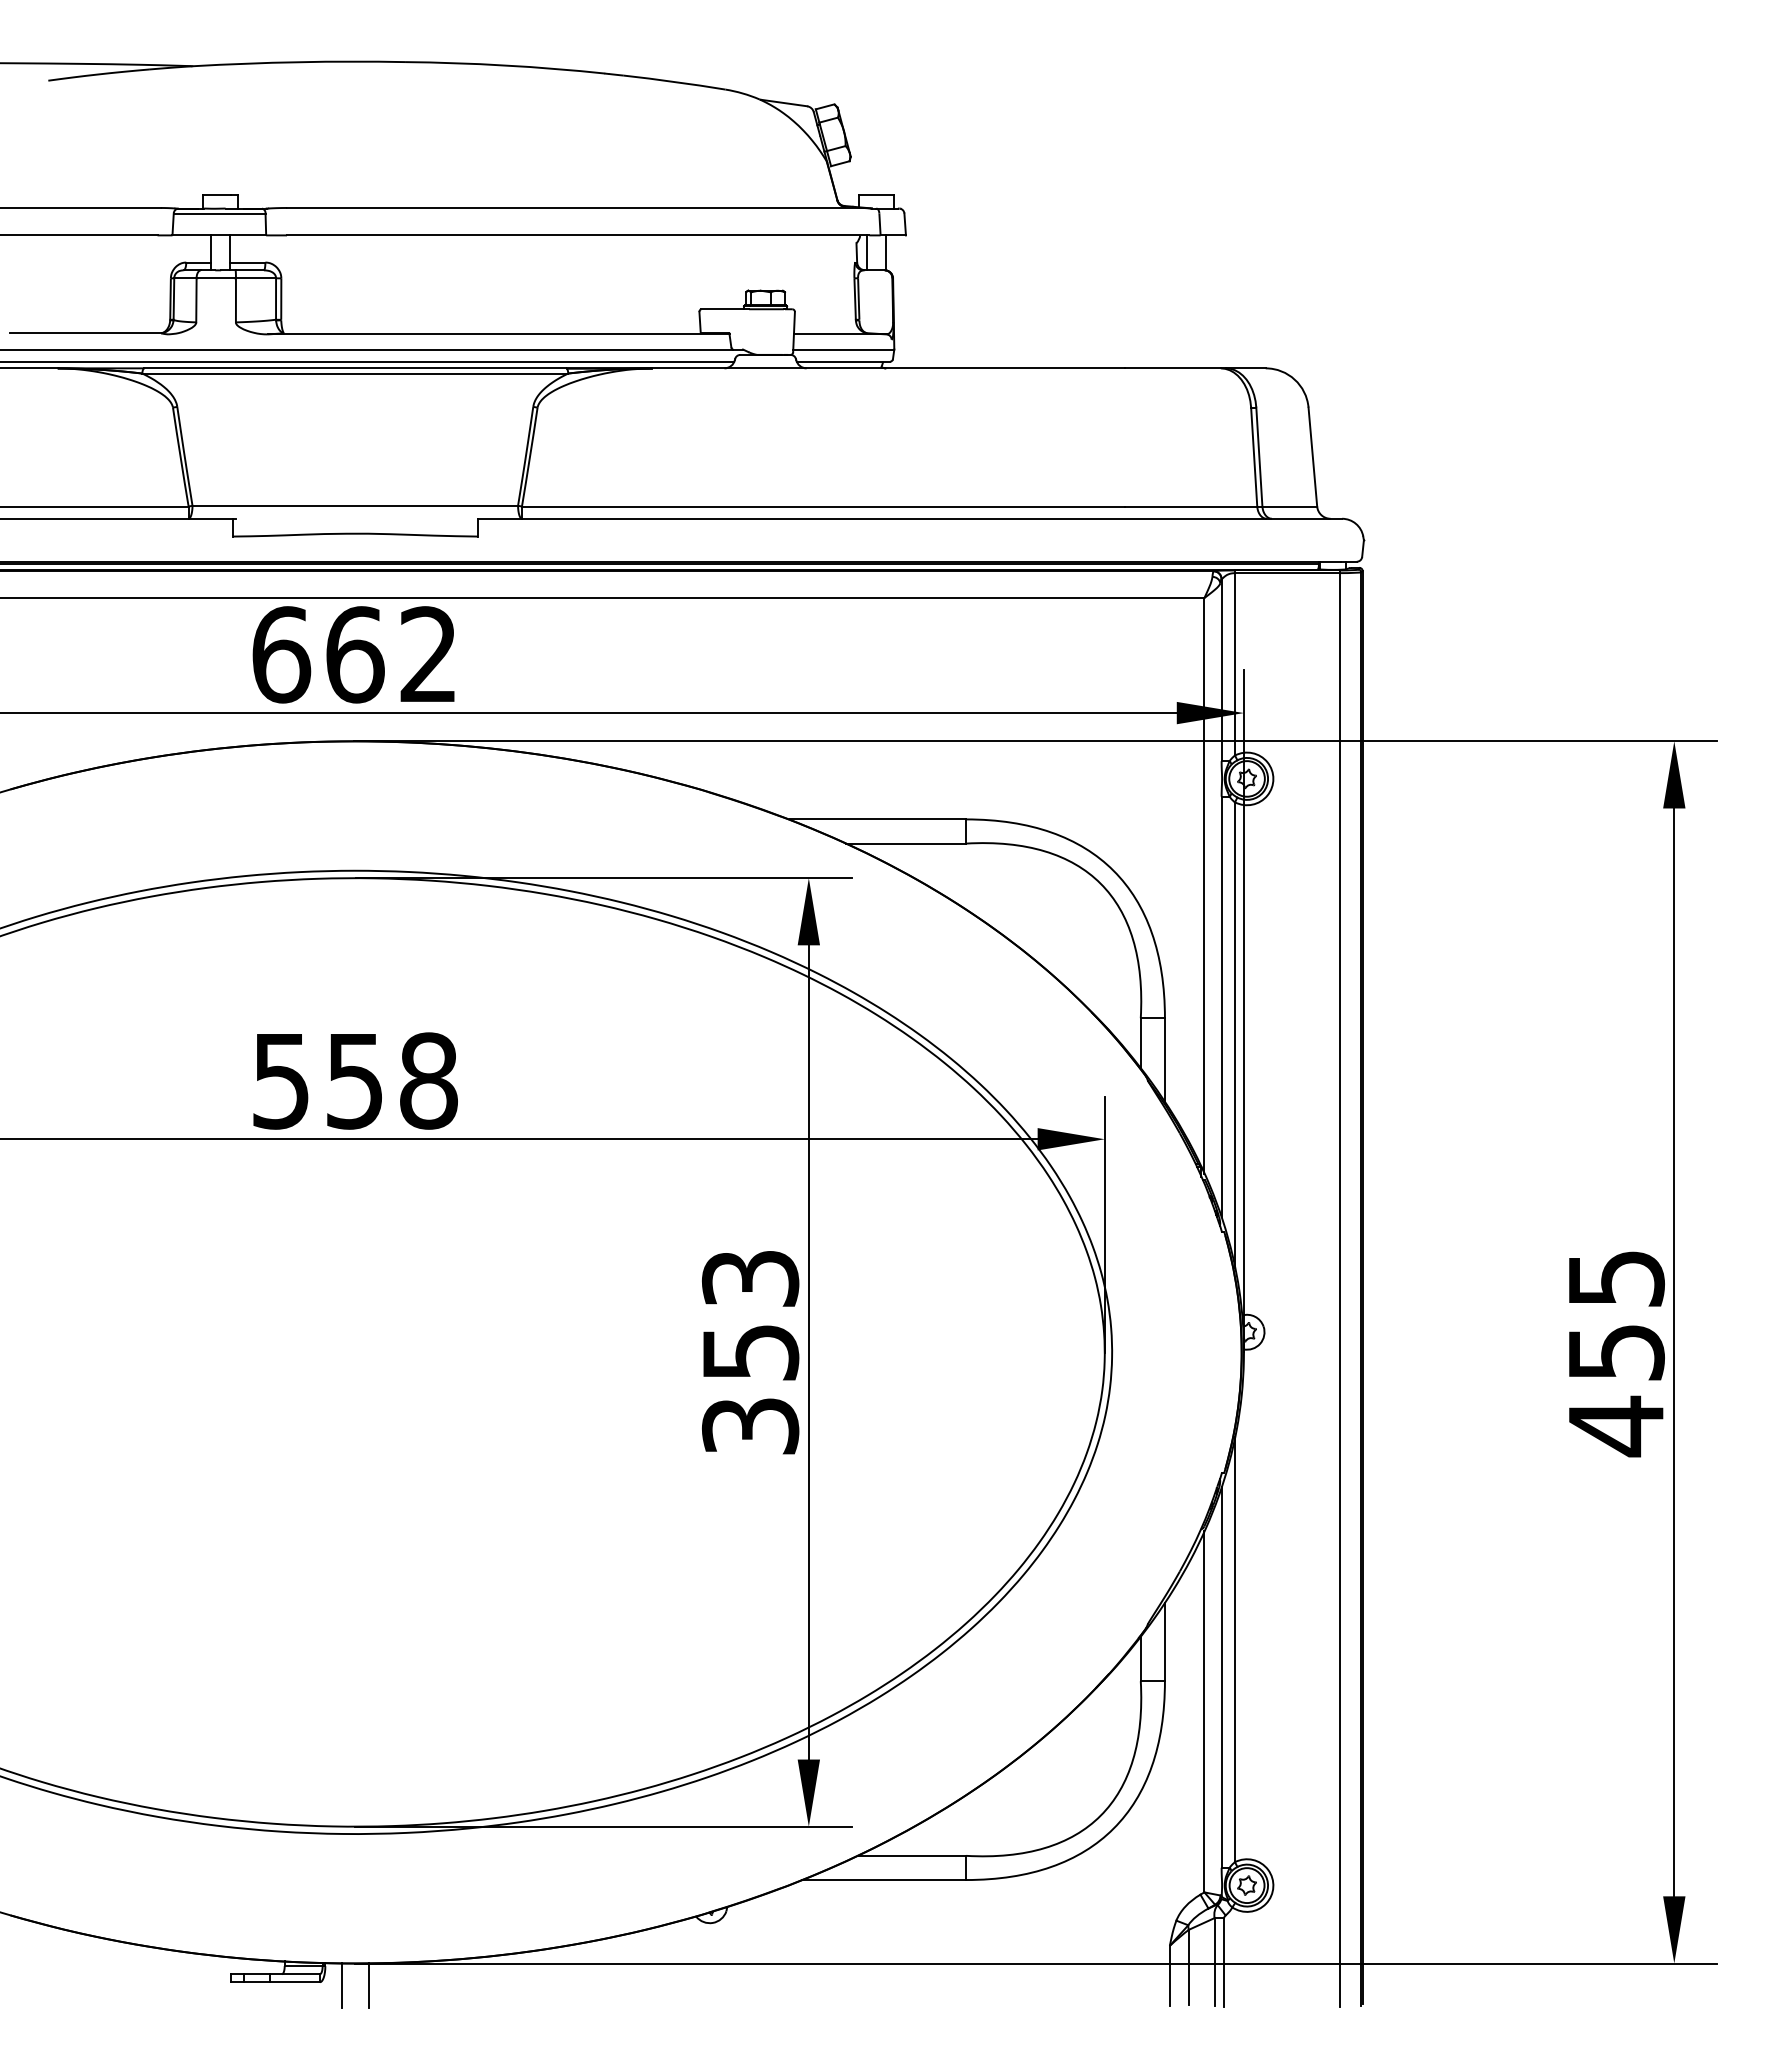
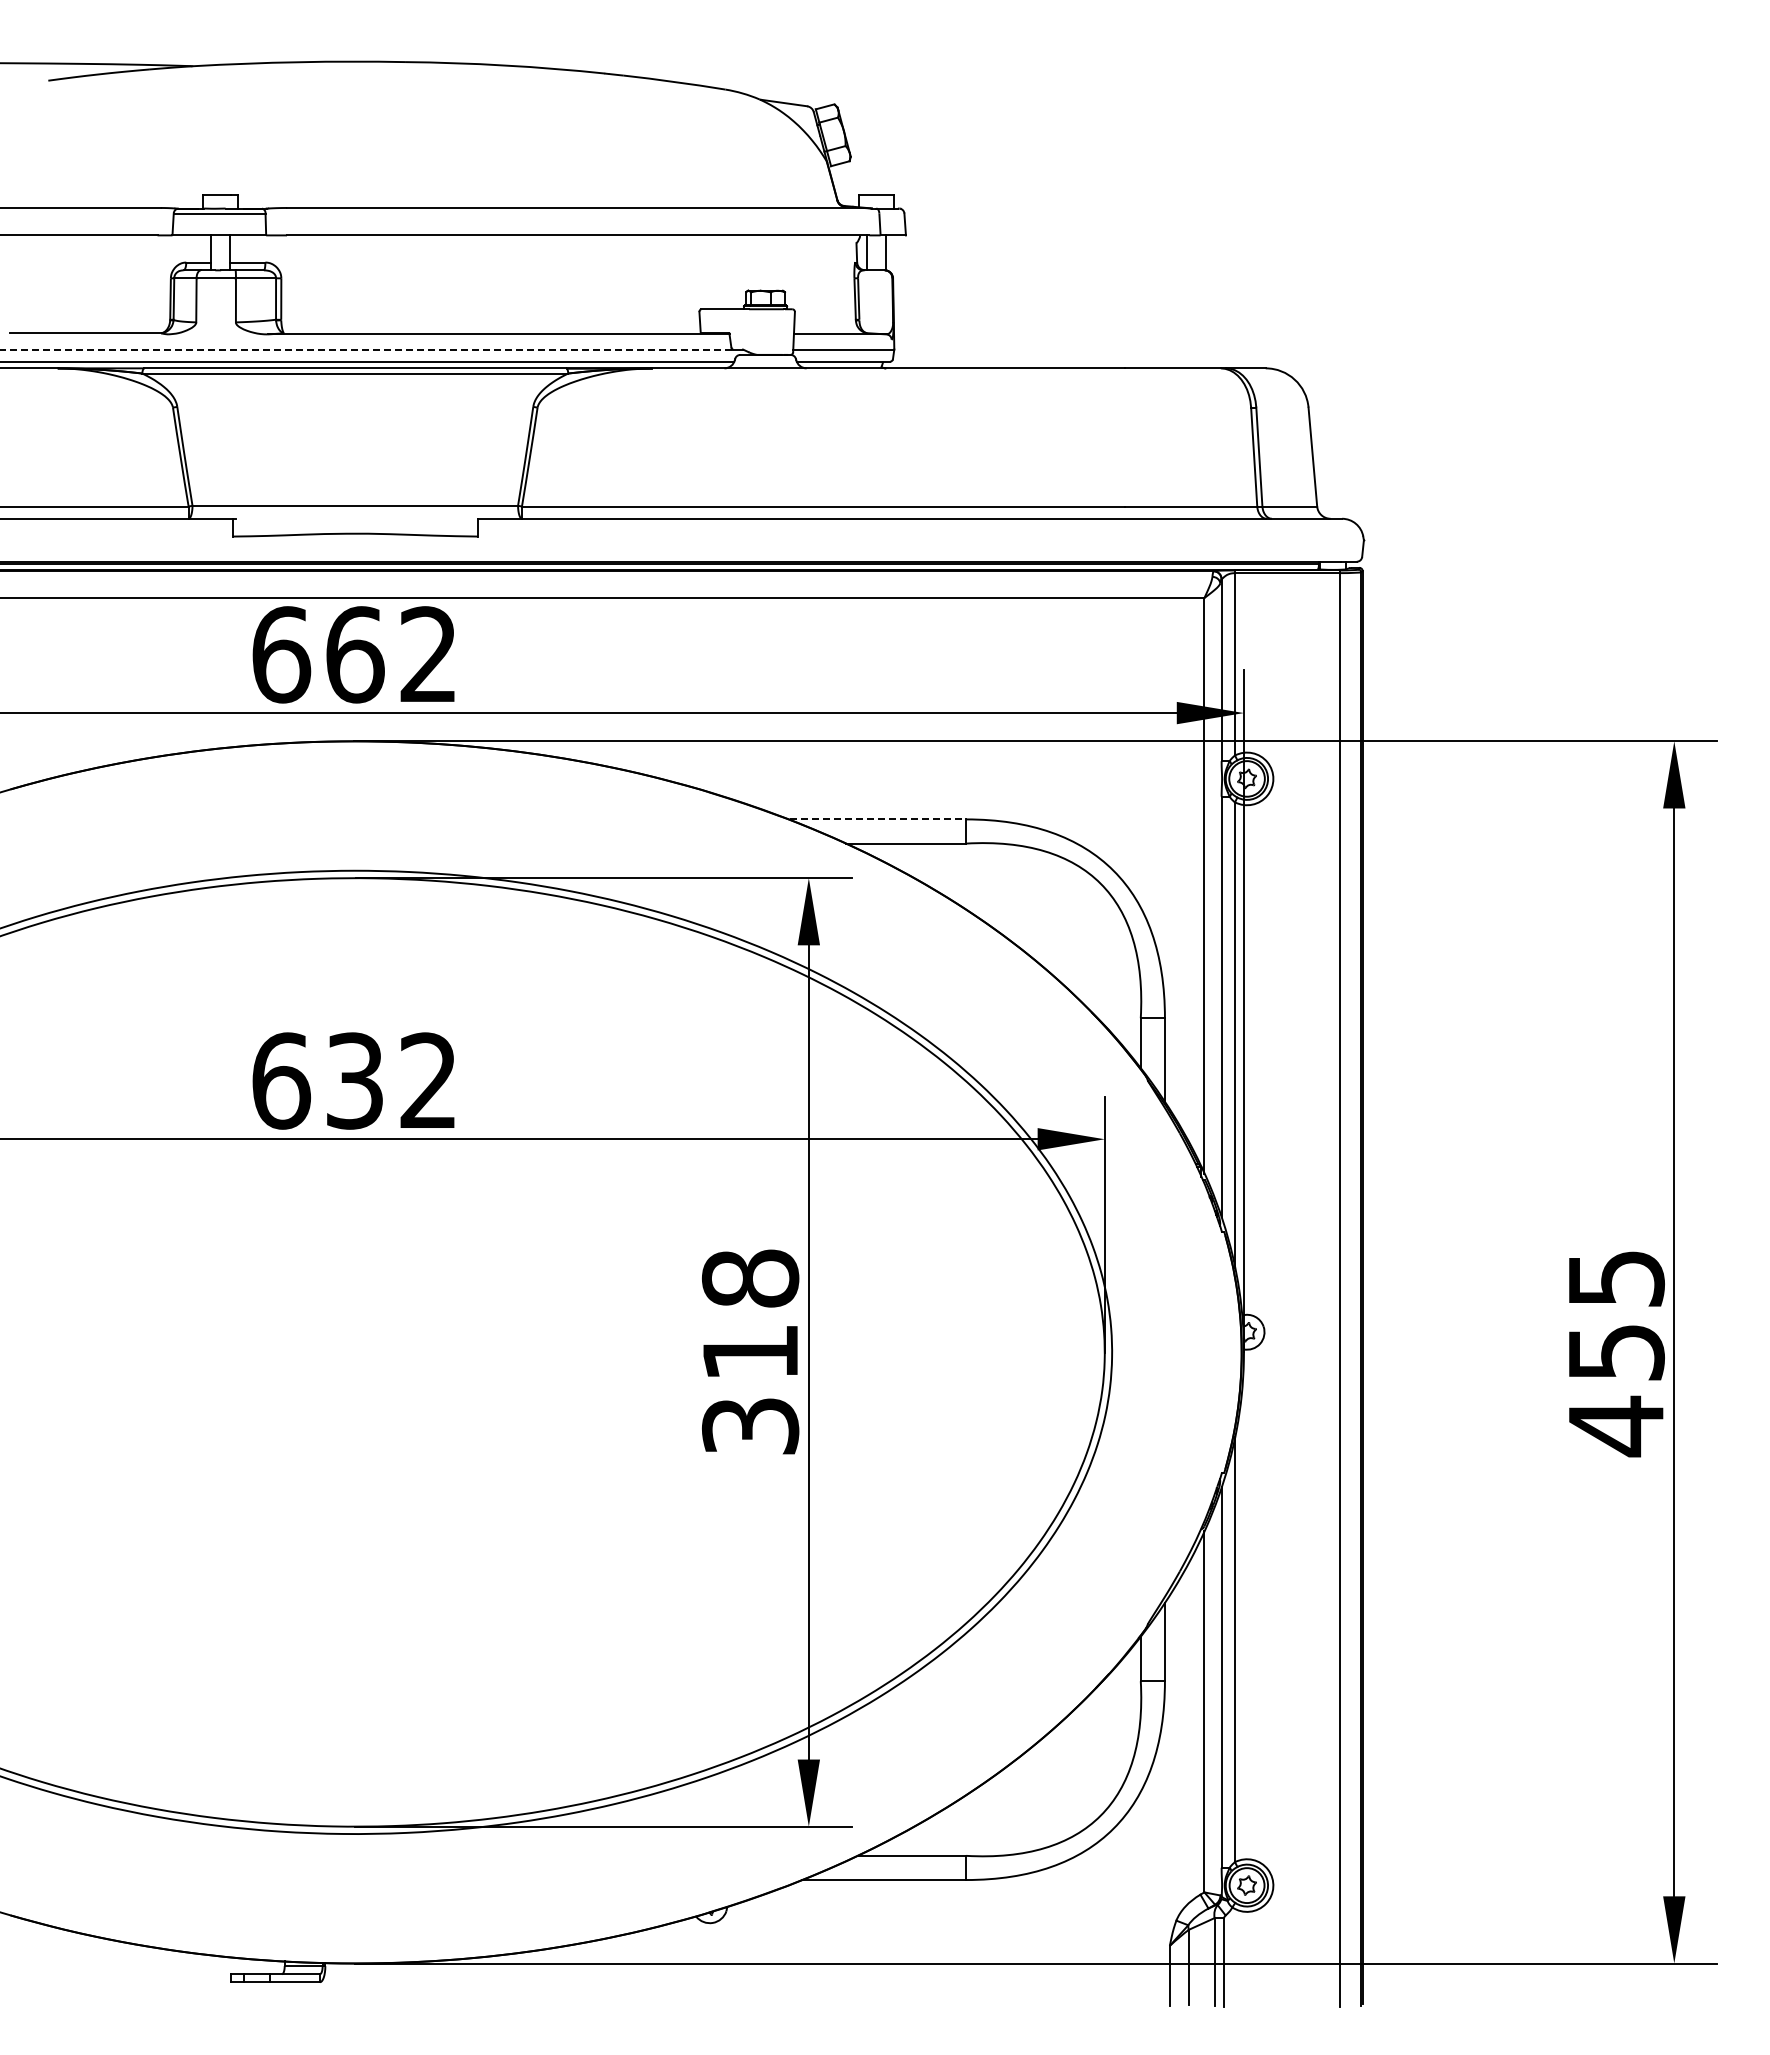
line at (367, 349): solid -> dashed
line at (878, 819): solid -> dashed
text at (354, 1080): 558 -> 632
text at (750, 1314): 353 -> 318
line at (341, 1985): present -> none
line at (368, 1985): present -> none
